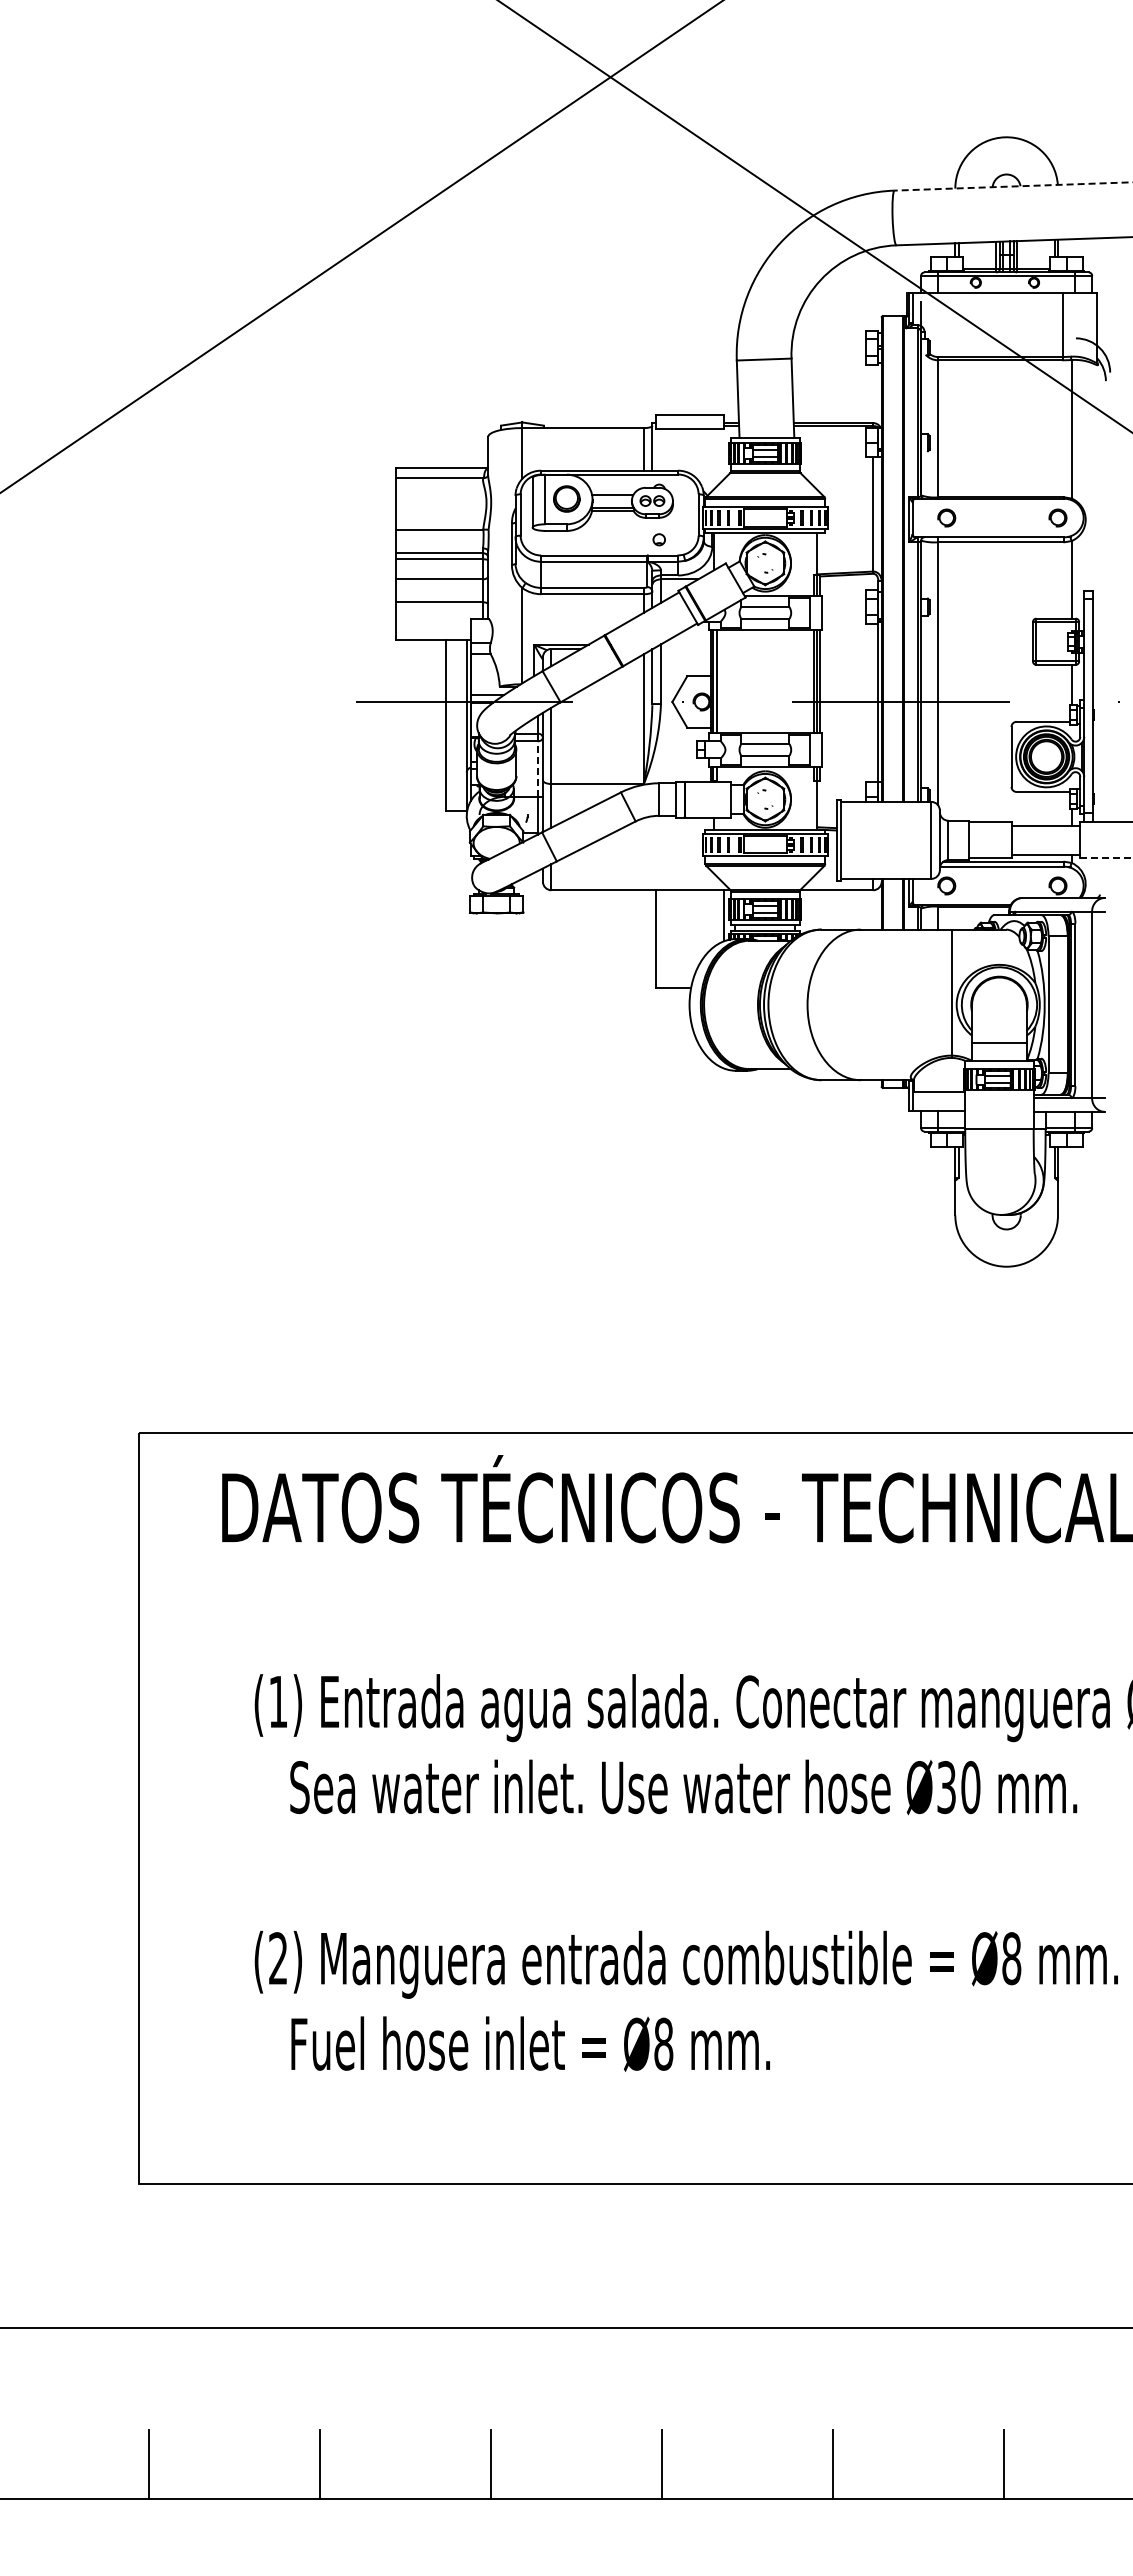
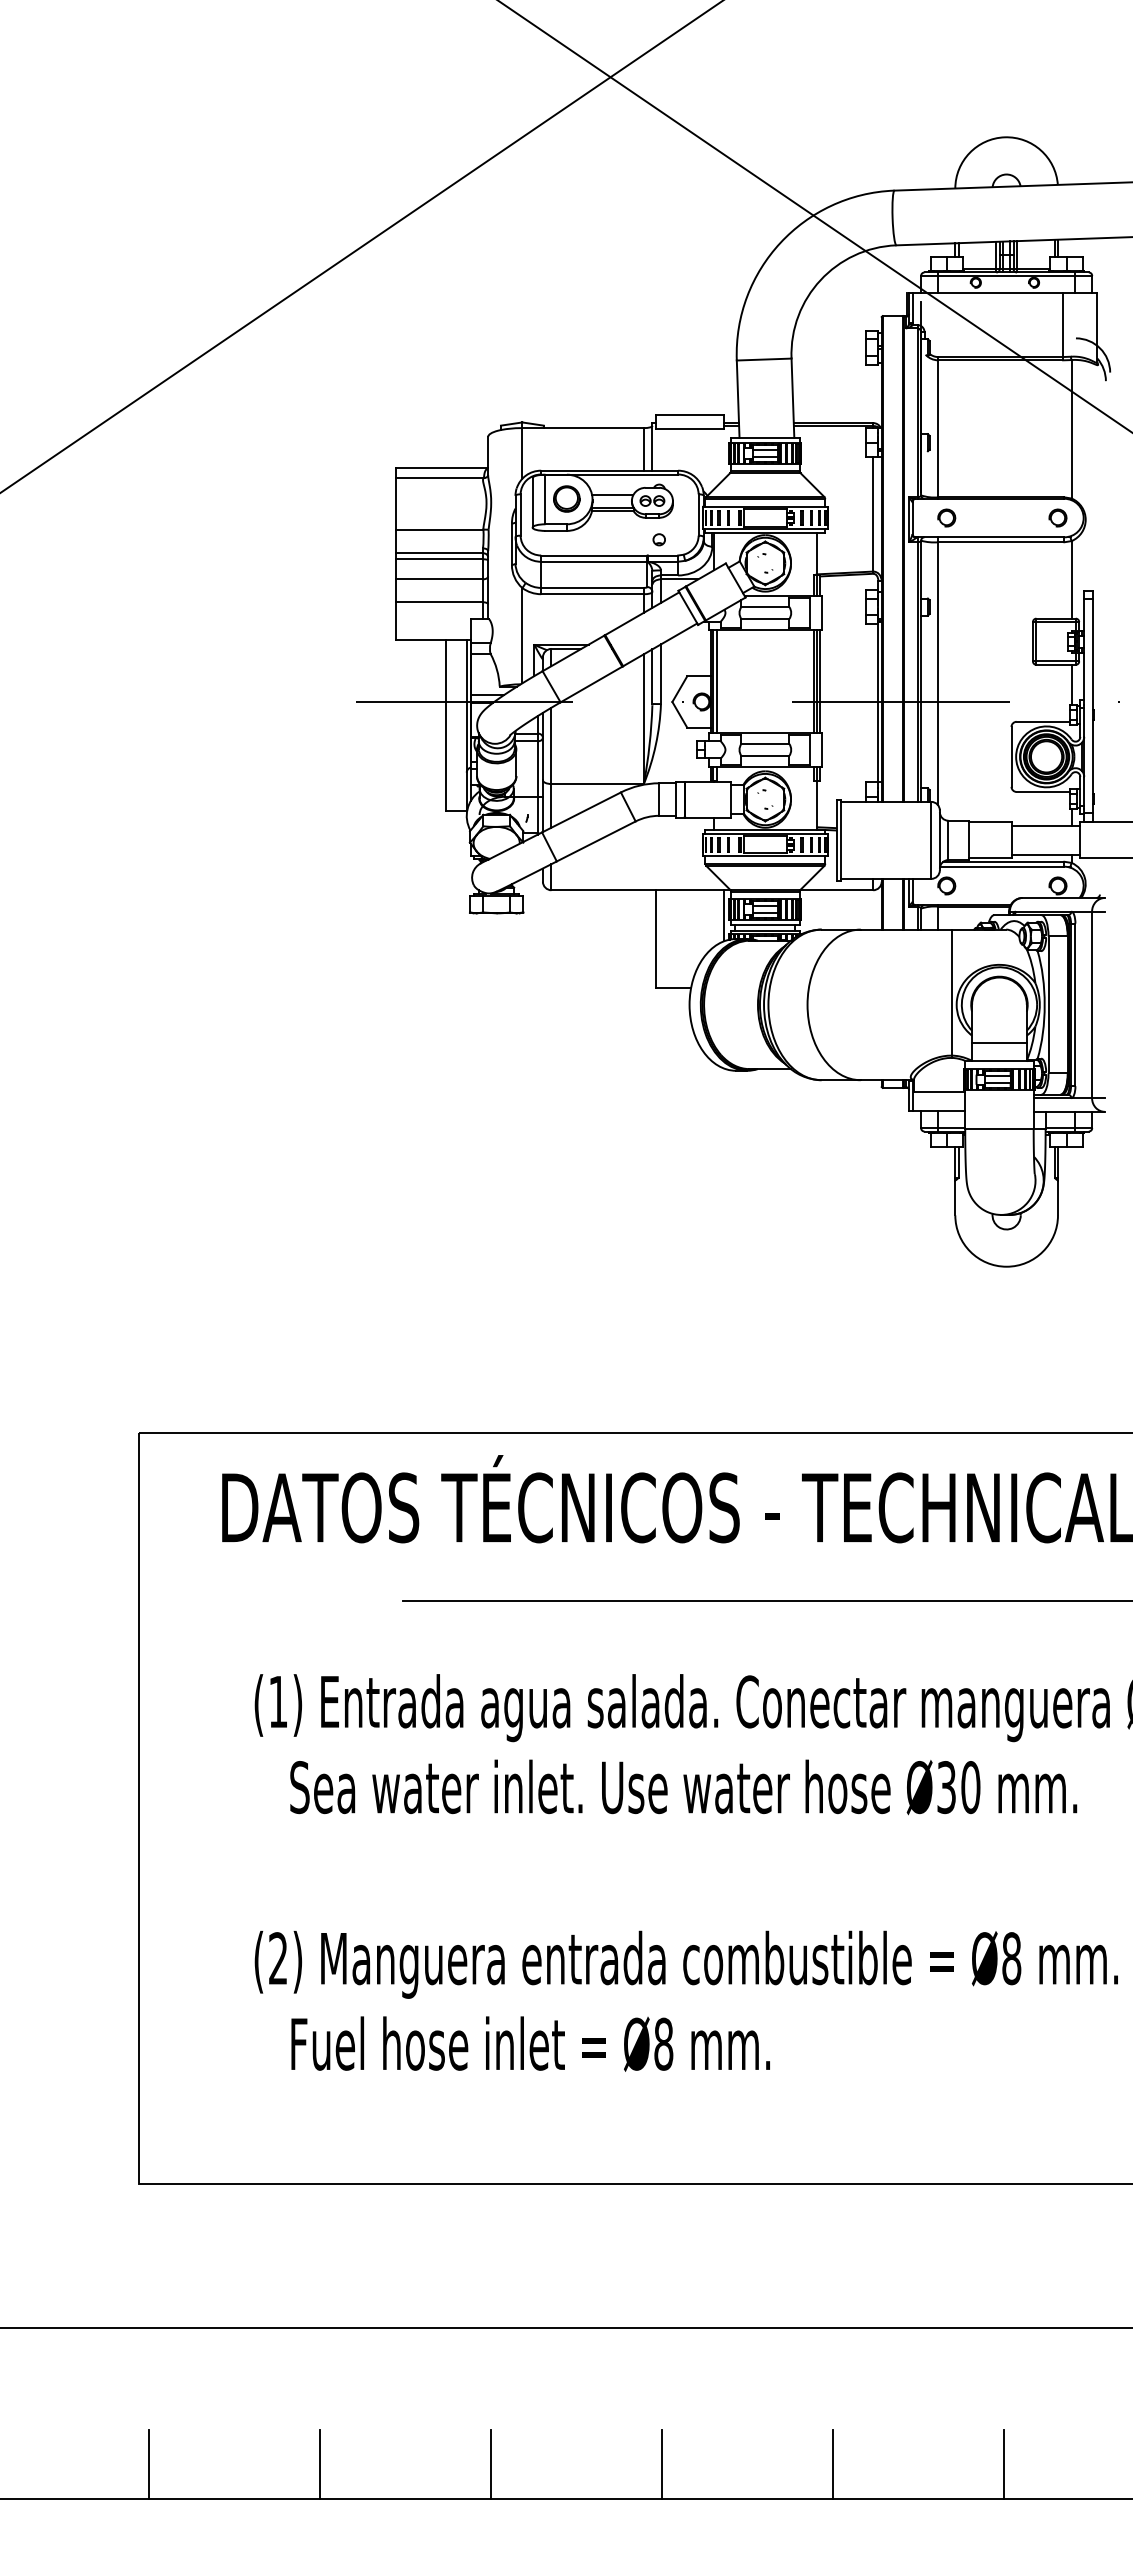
line at (1013, 186): dashed -> solid
line at (537, 769): dashed -> solid
line at (1106, 858): dashed -> solid
line at (765, 1600): none -> present
